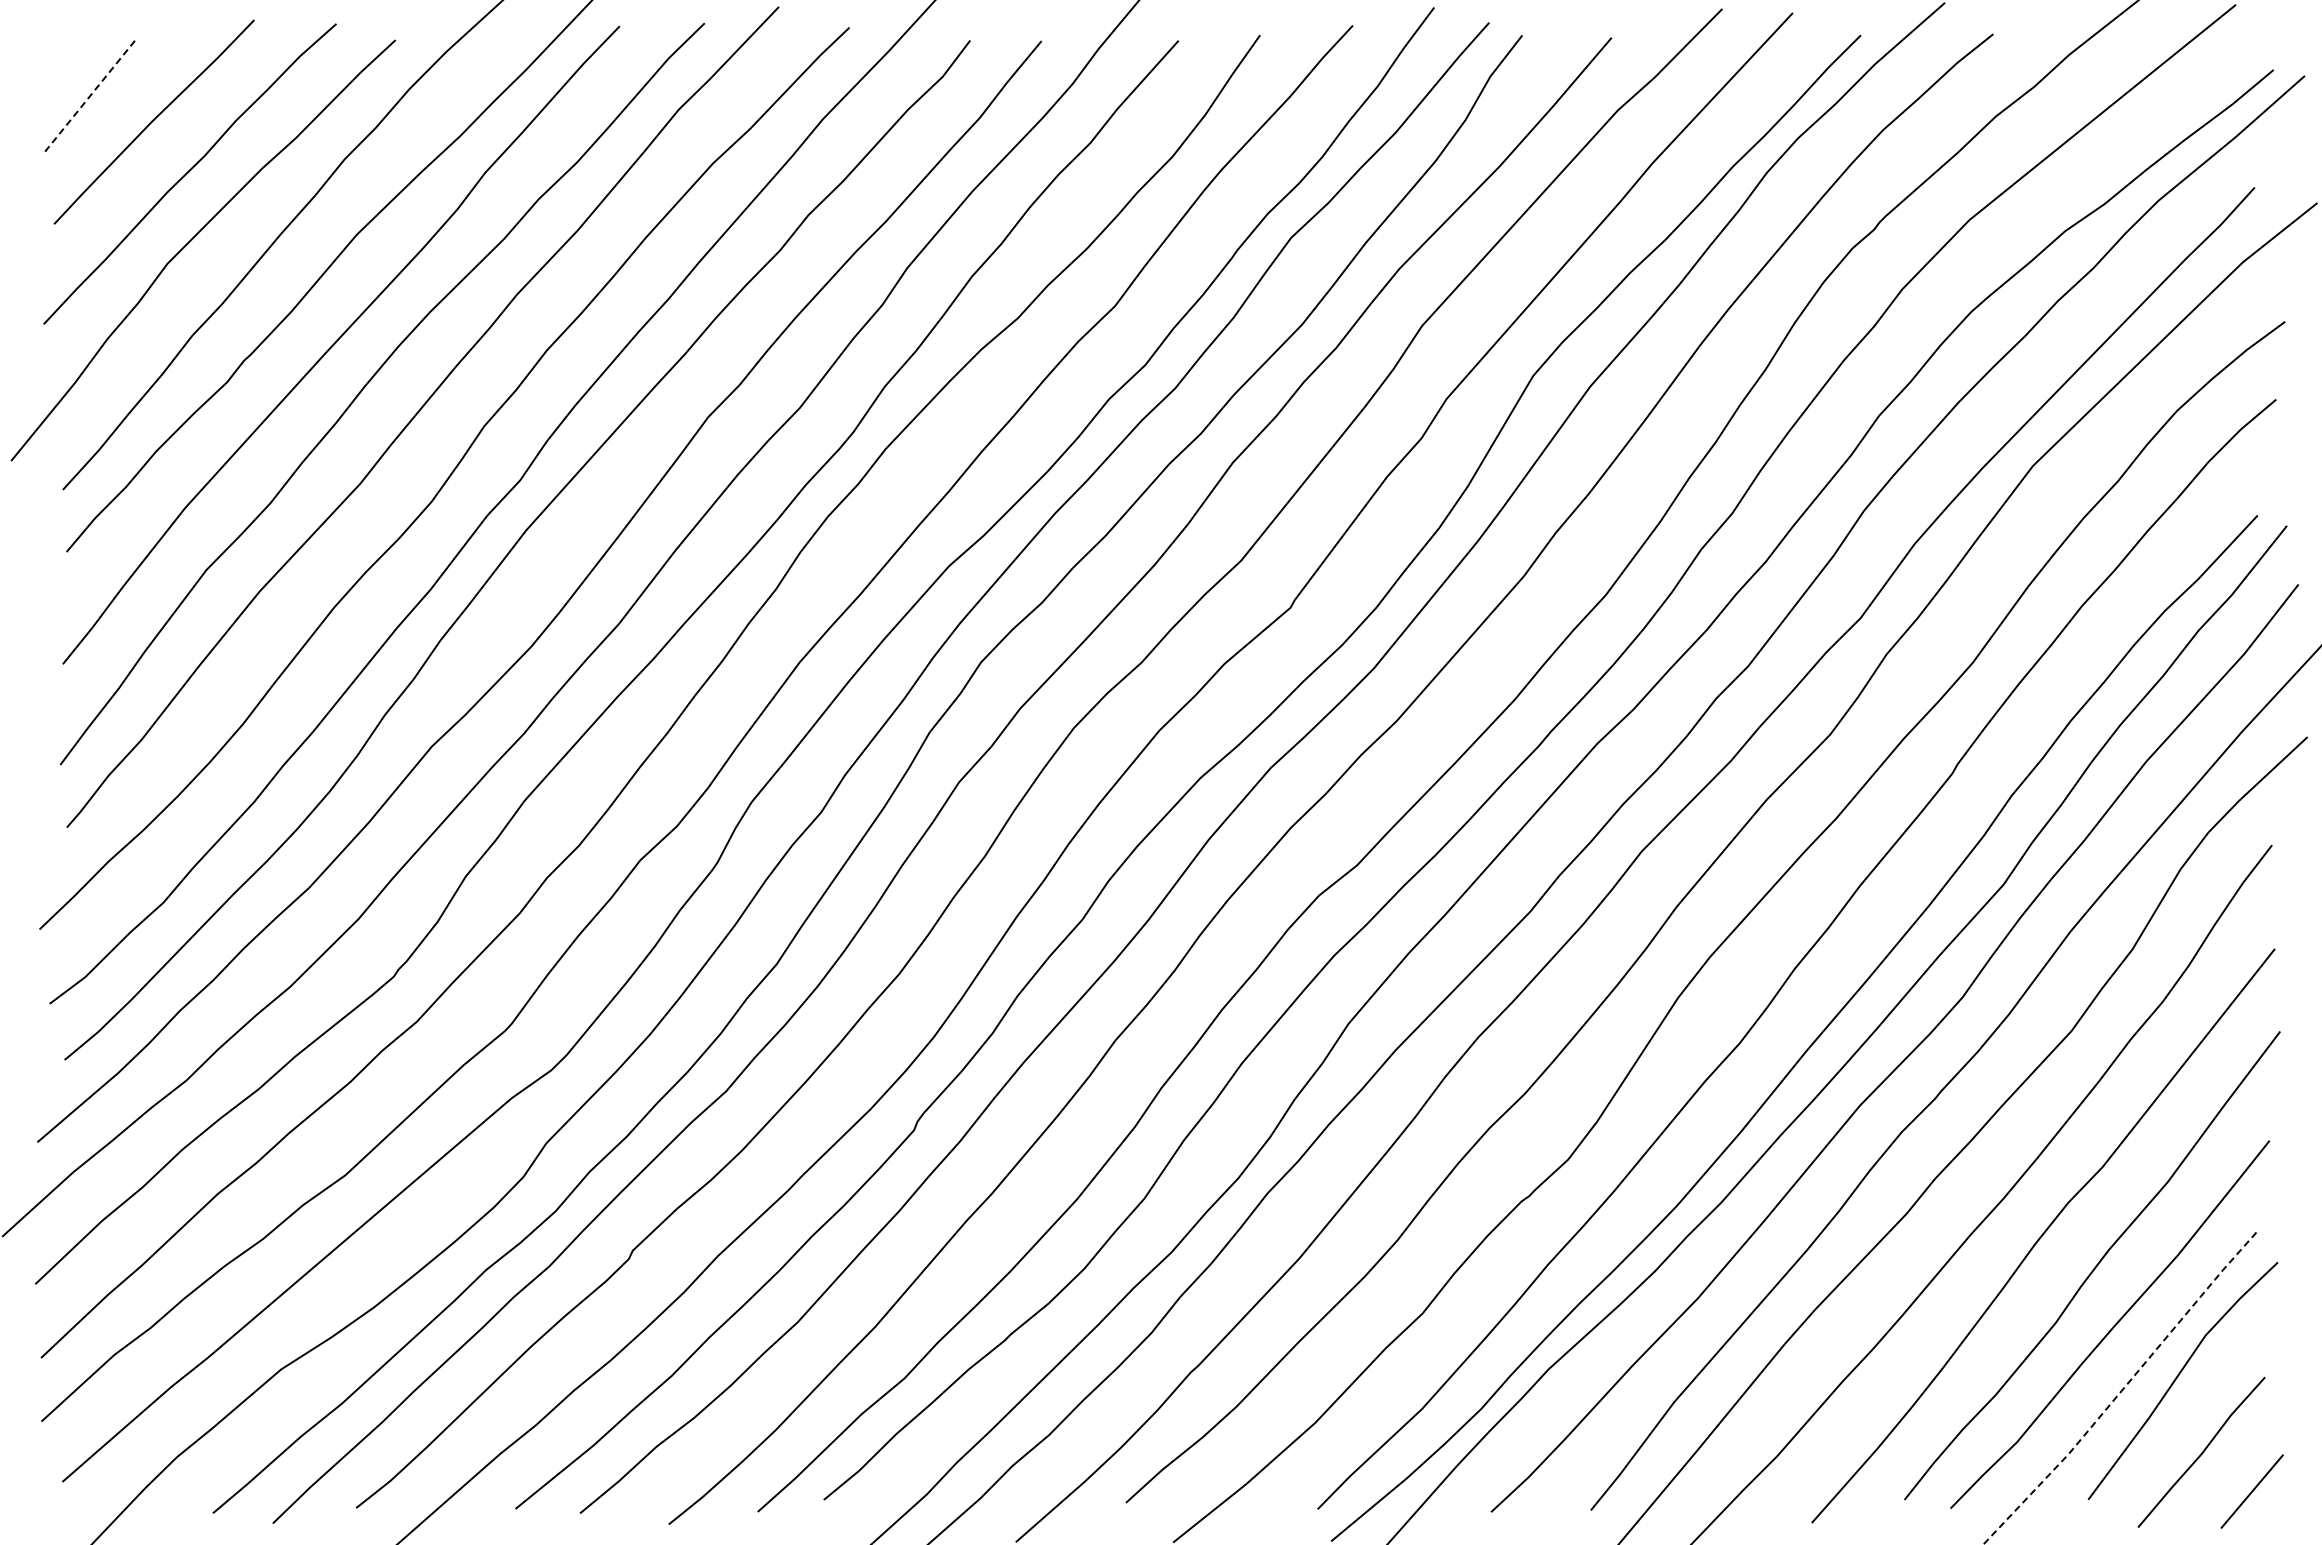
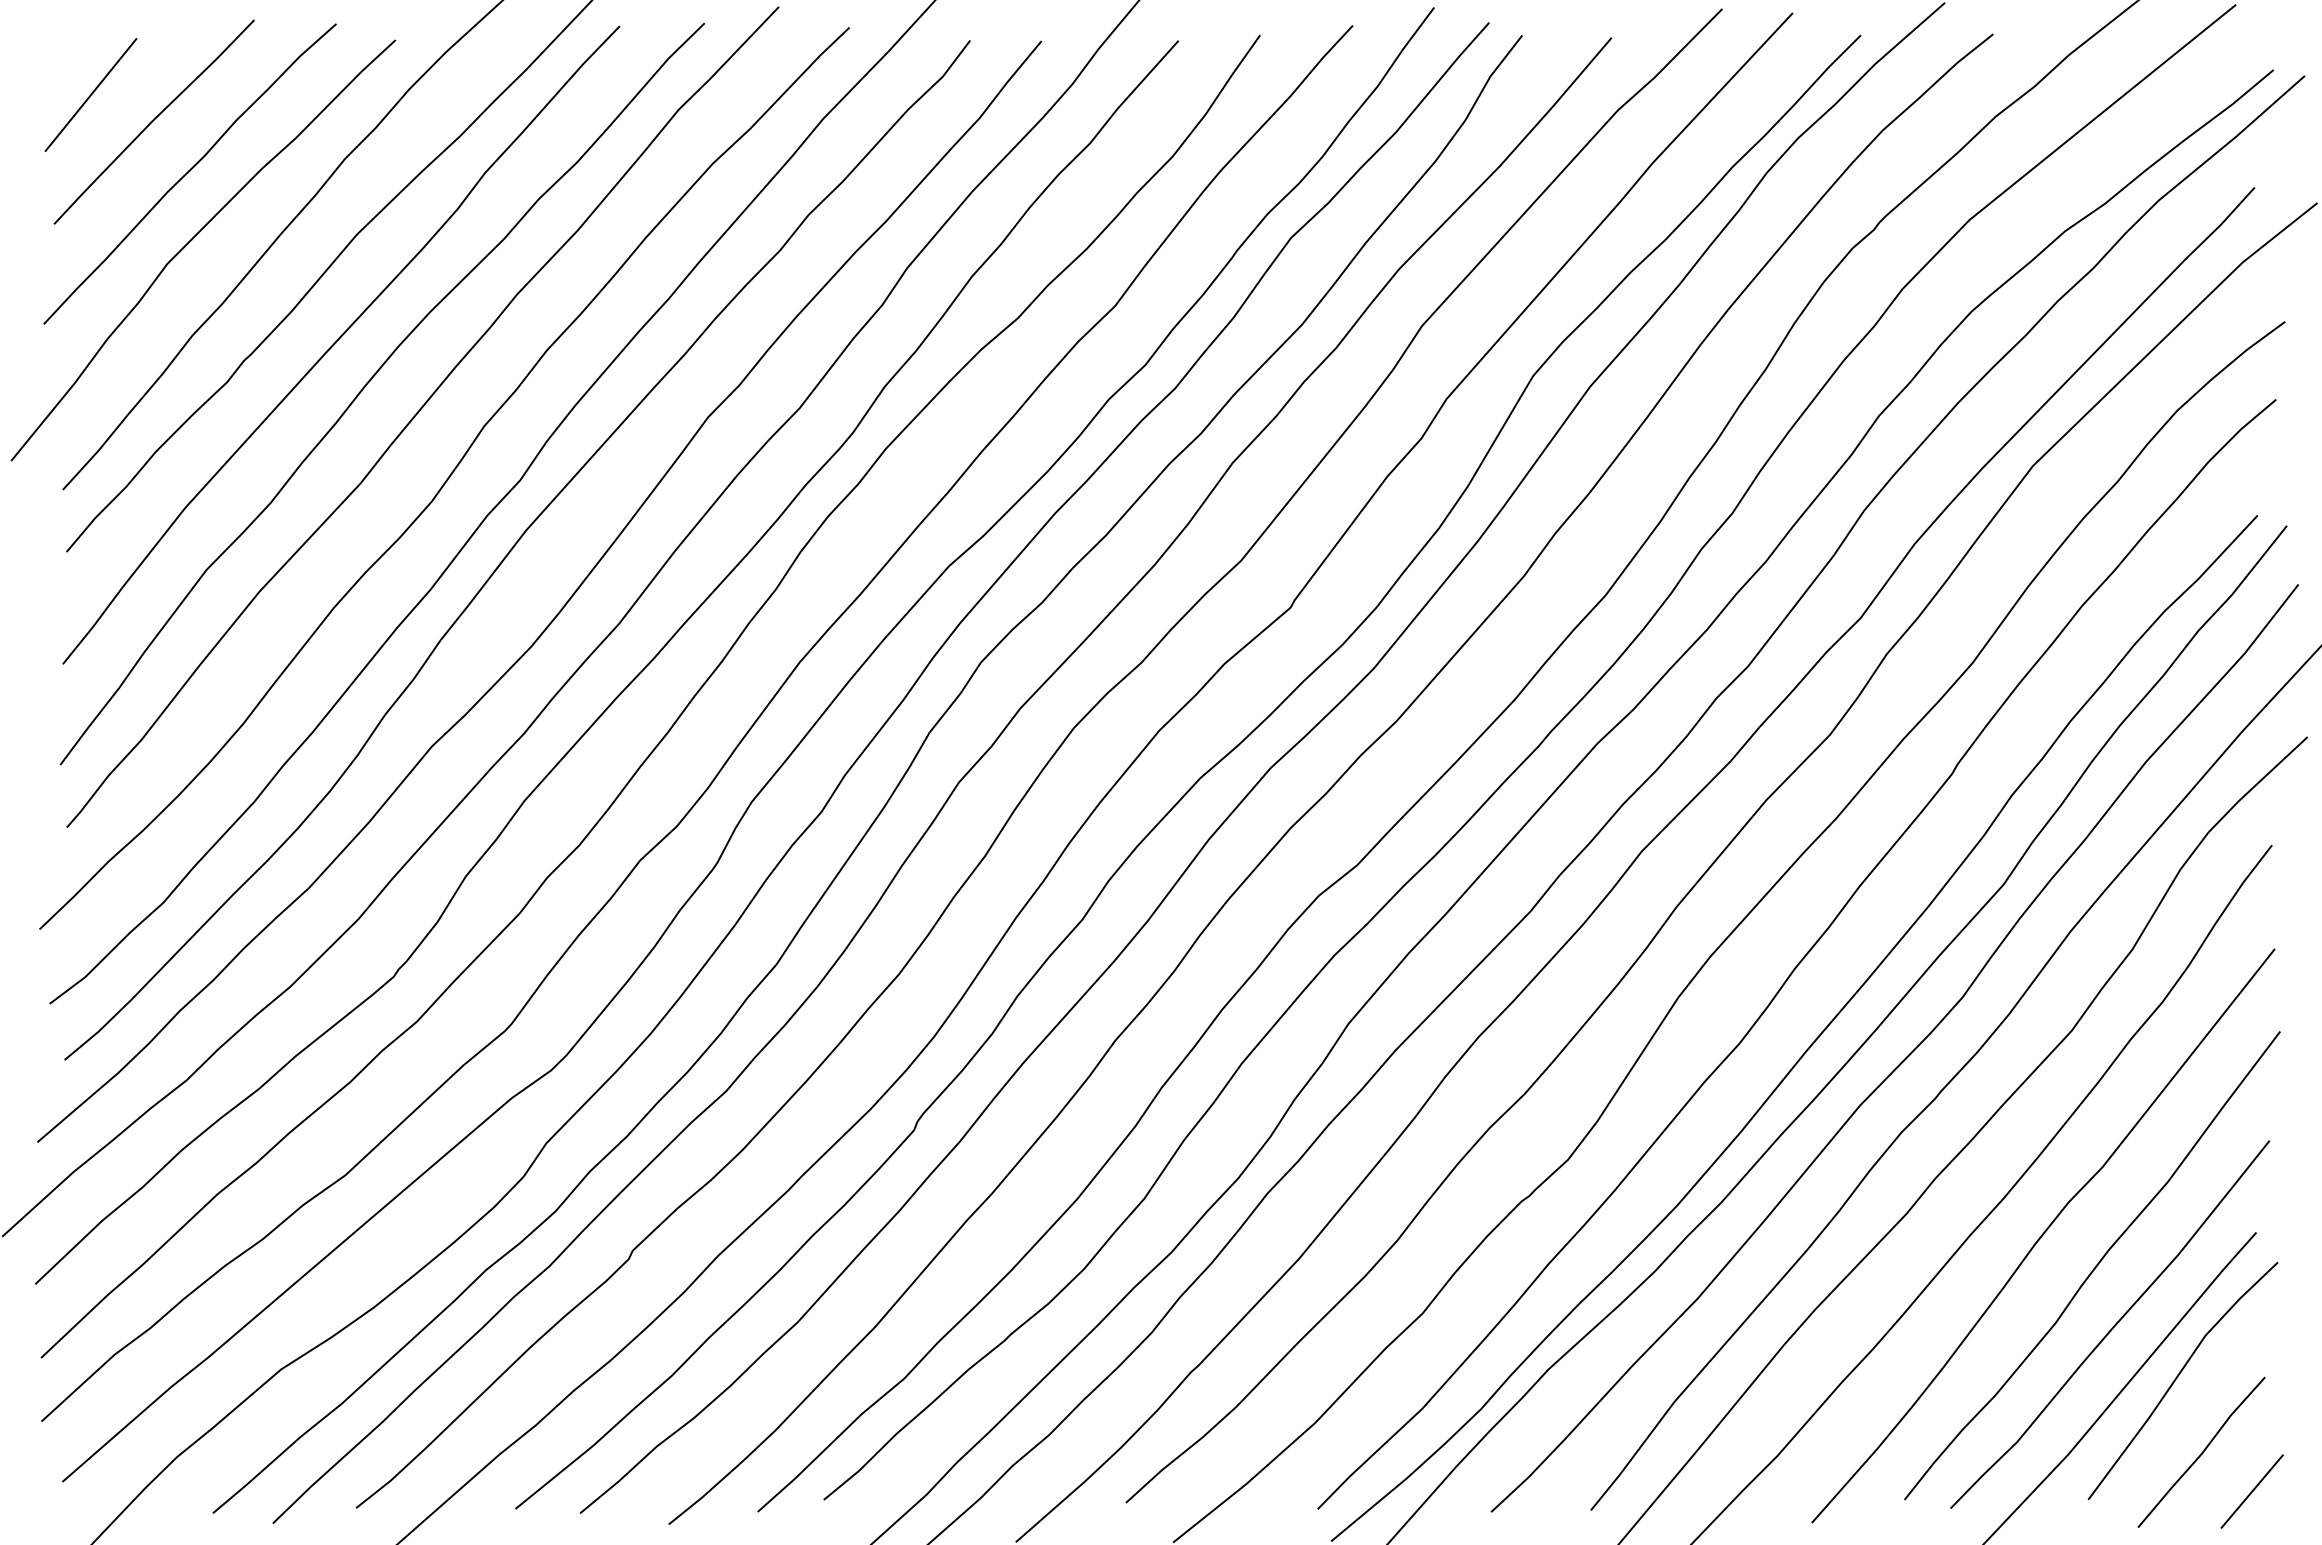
line at (91, 95): dashed -> solid
line at (2122, 1390): dashed -> solid
